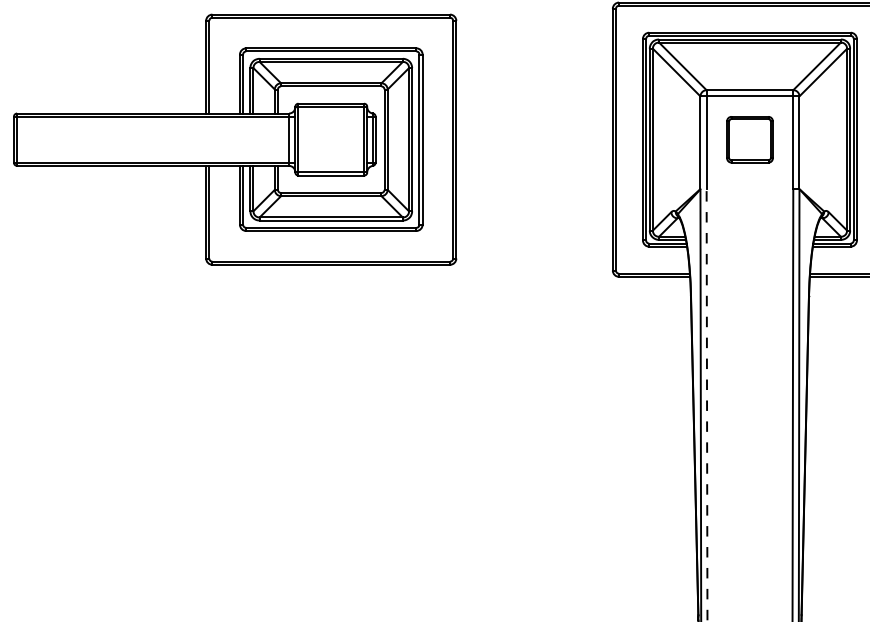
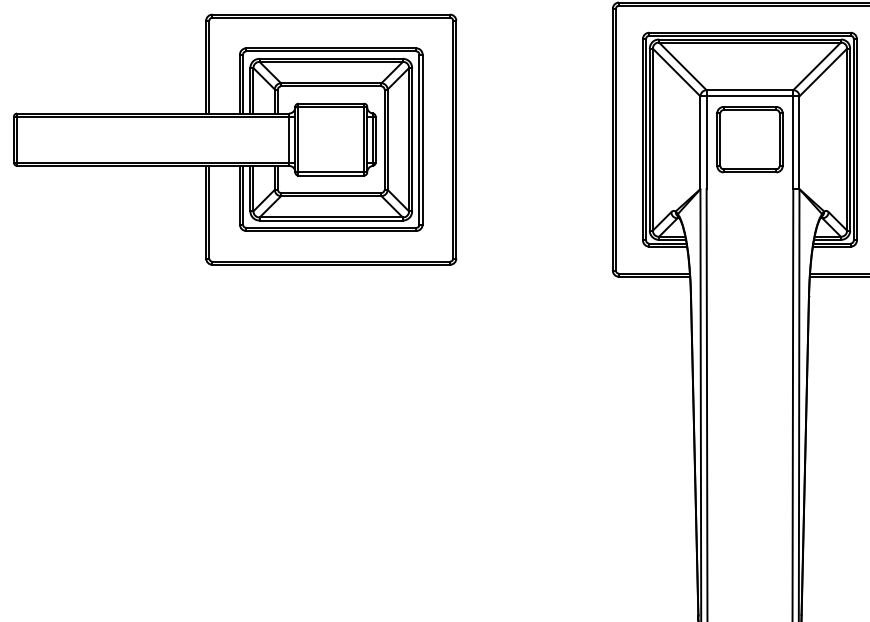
part at (749, 139) size: 48x48 px -> 68x68 px
line at (707, 405): dashed -> solid
